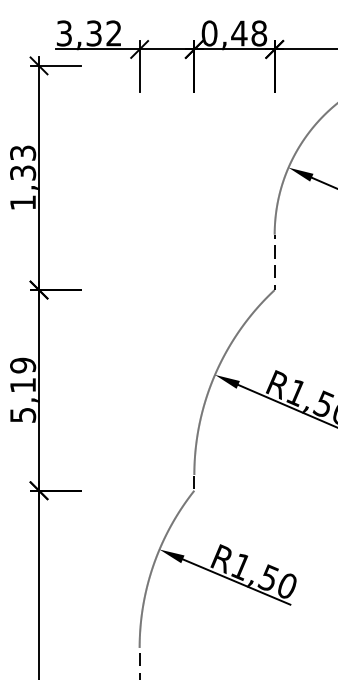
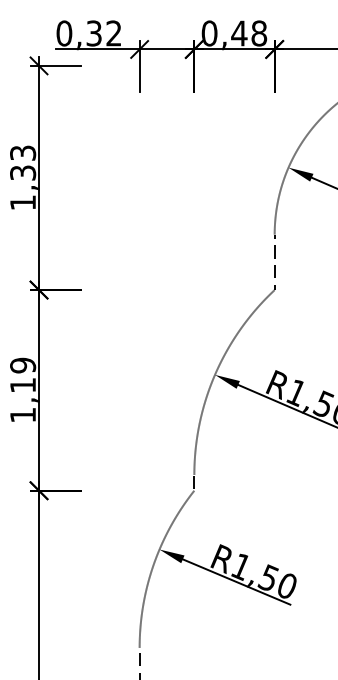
text at (64, 33): 3,32 -> 0,32
text at (23, 415): 5,19 -> 1,19
